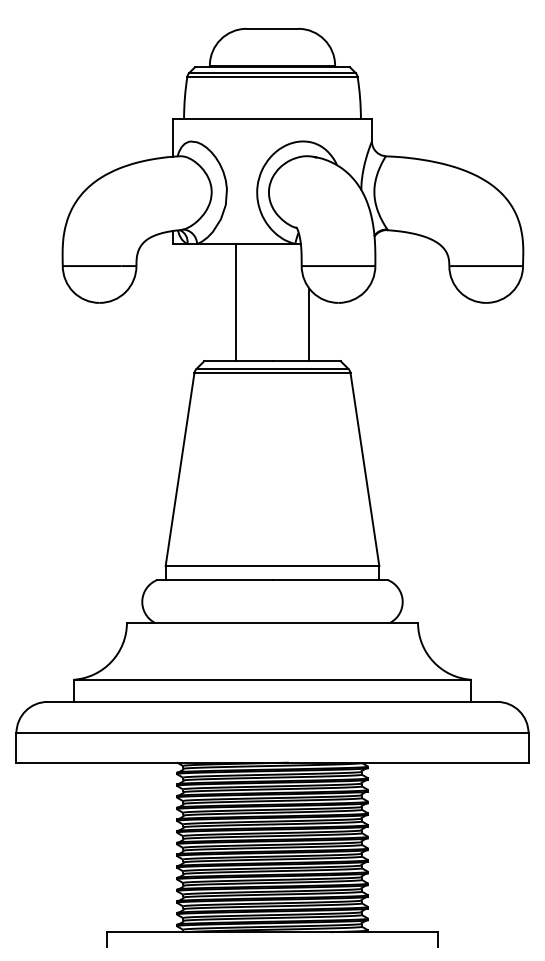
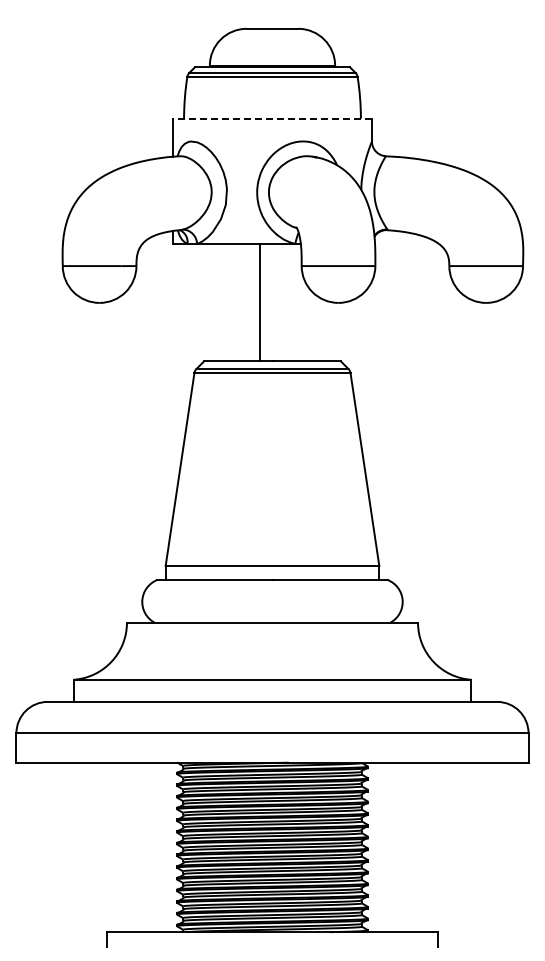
line at (272, 118): solid -> dashed
line at (235, 302) position: (235, 302) -> (259, 302)
line at (309, 324): present -> none
